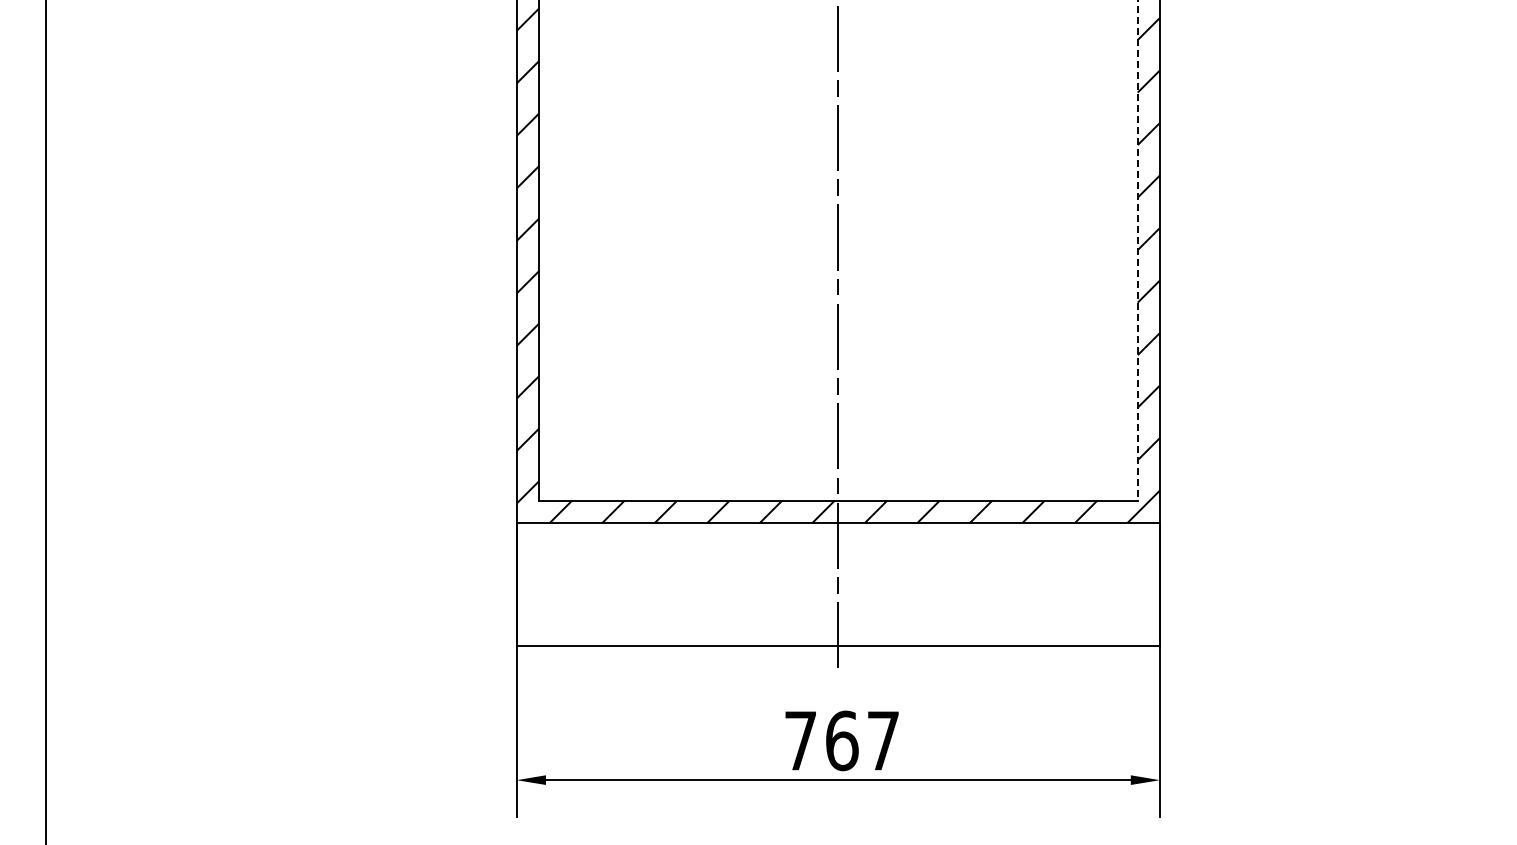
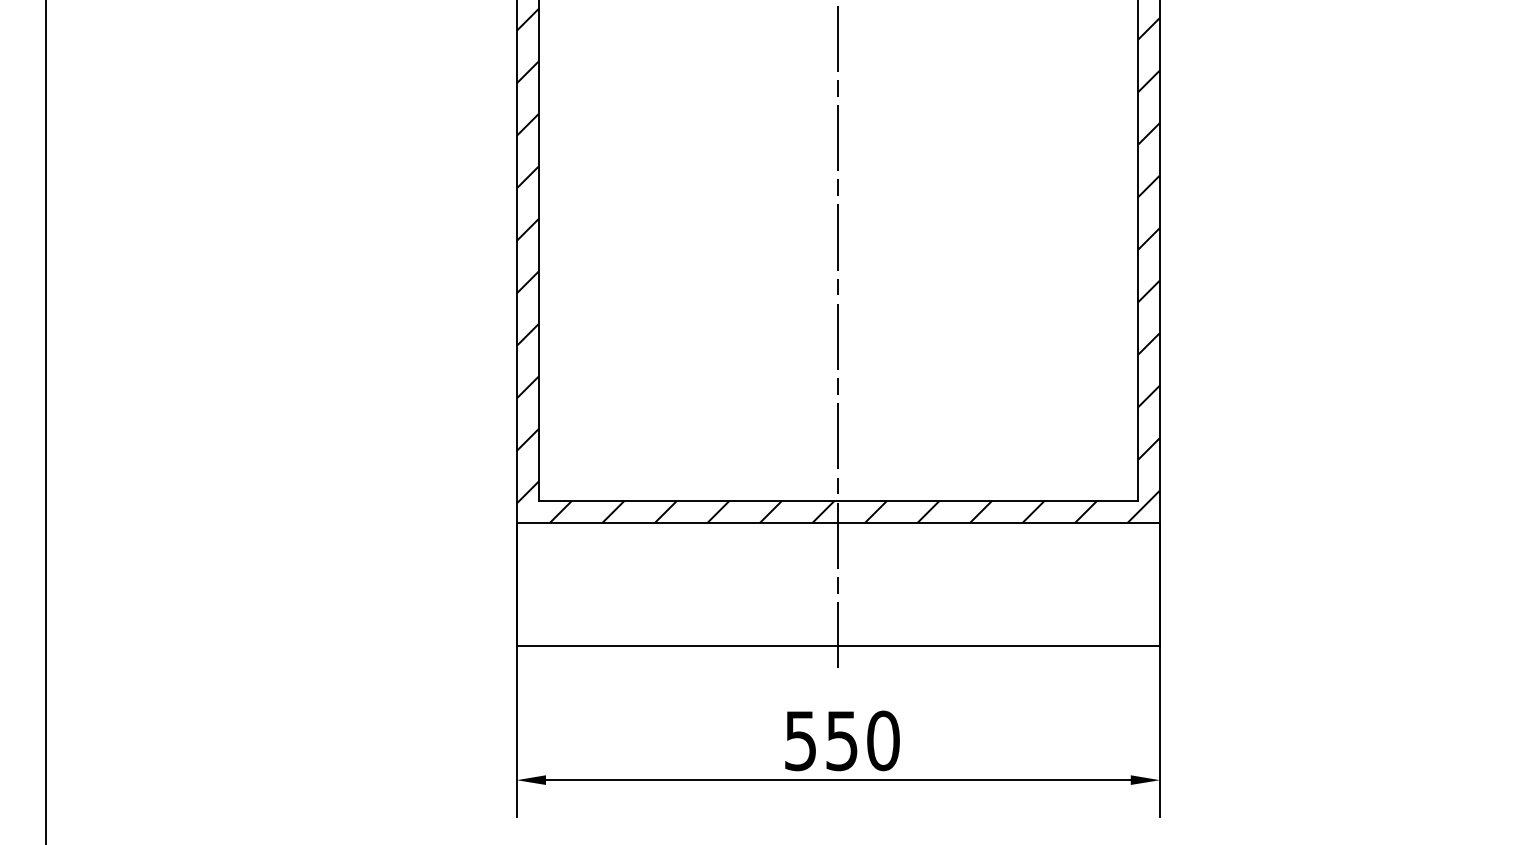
line at (1137, 250): dashed -> solid
text at (842, 740): 767 -> 550
